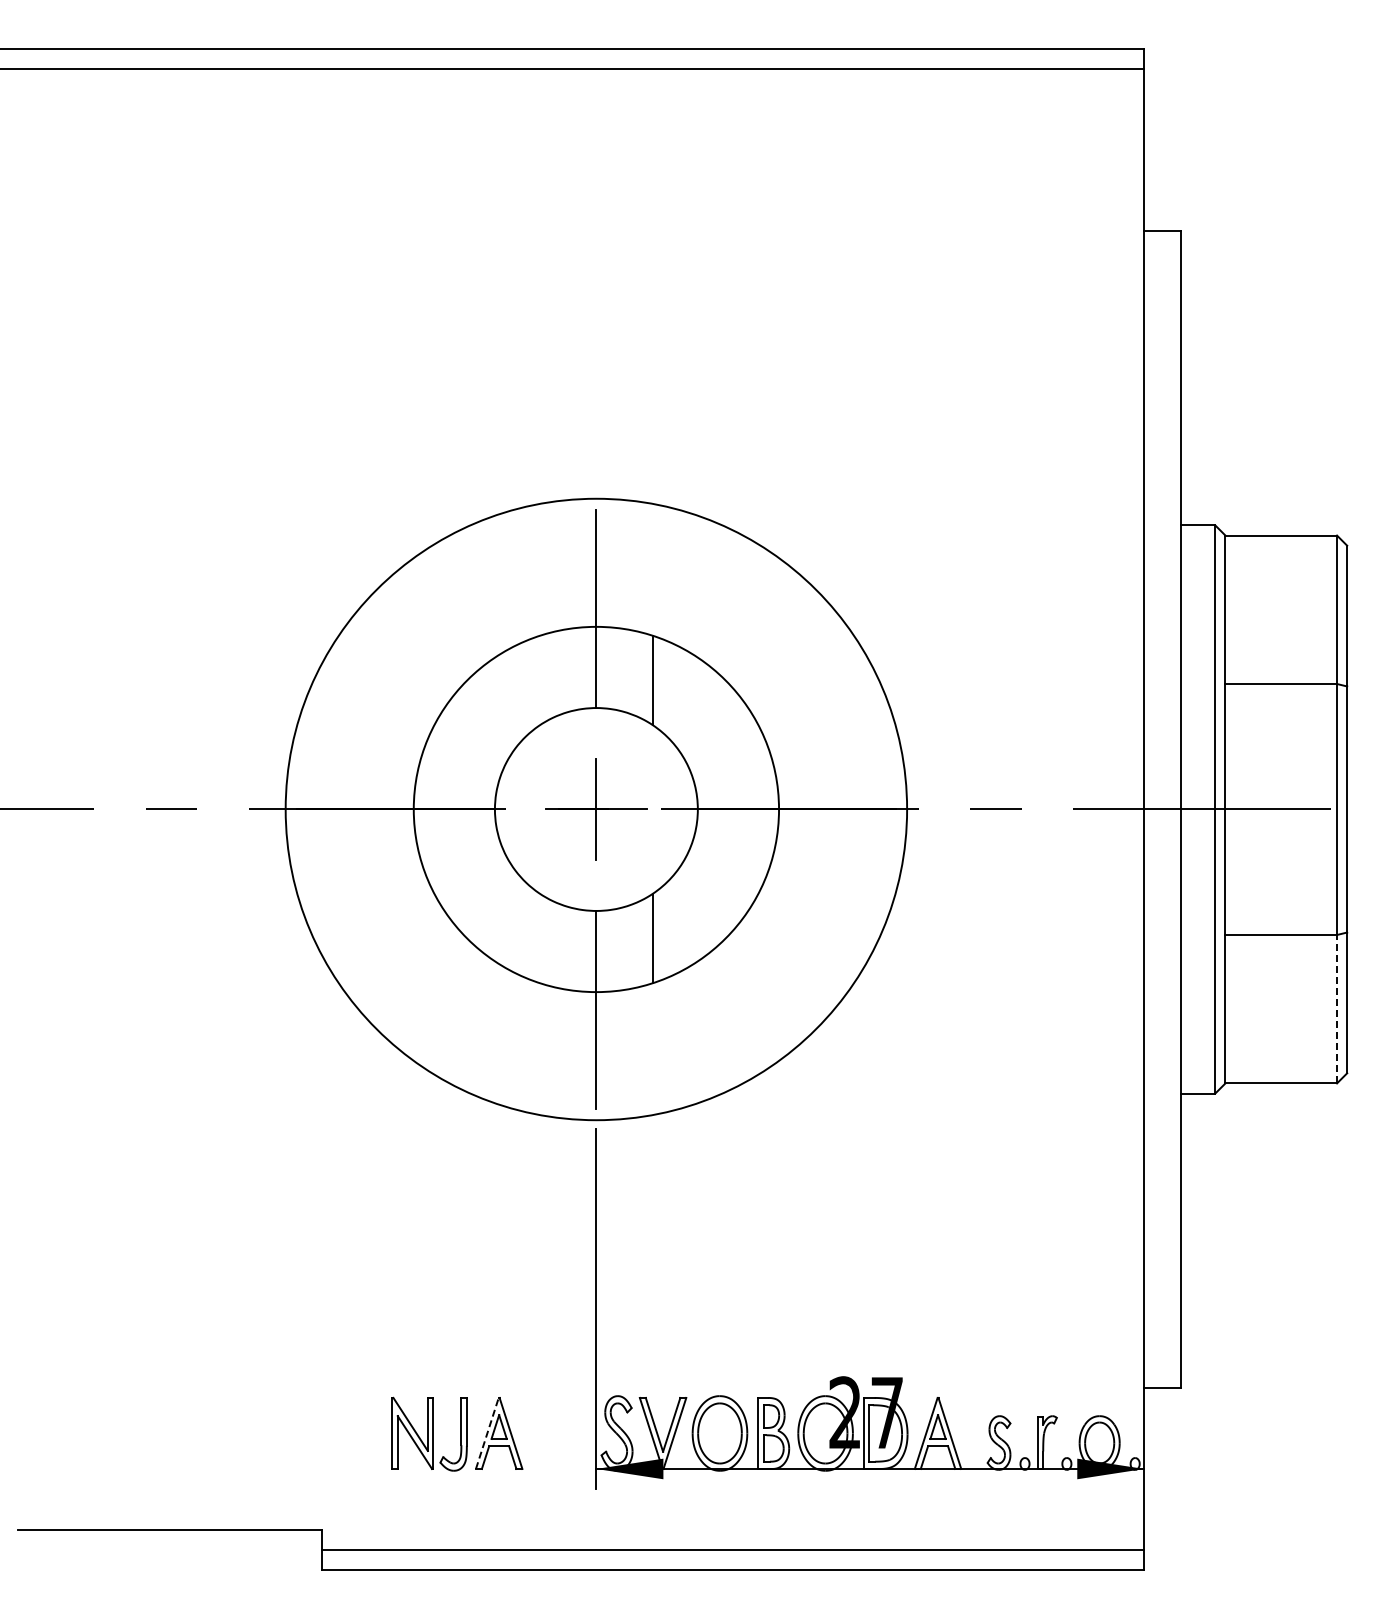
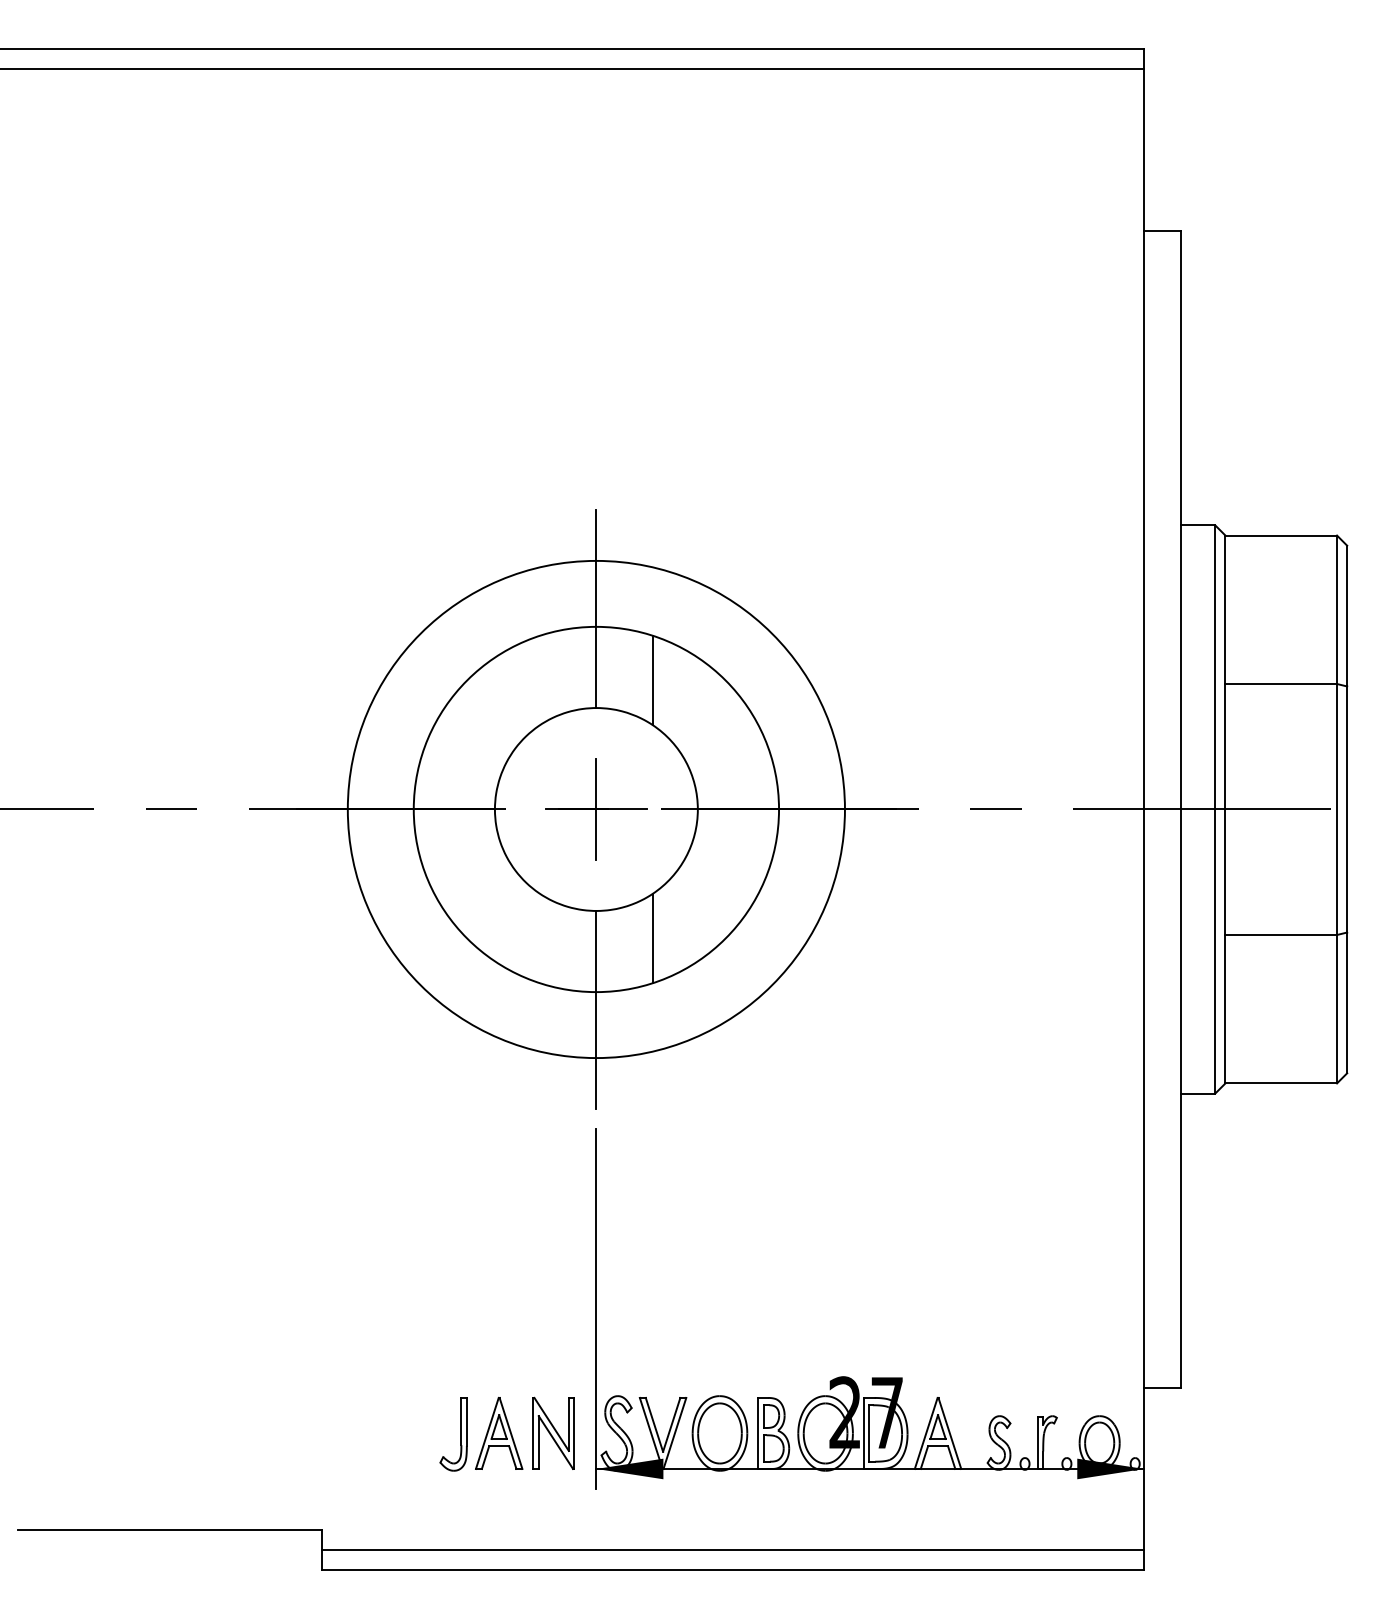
circle at (596, 809) diameter: 621 px -> 497 px
line at (1337, 1008): dashed -> solid
part at (412, 1432) position: (412, 1432) -> (553, 1432)
line at (487, 1432): dashed -> solid
